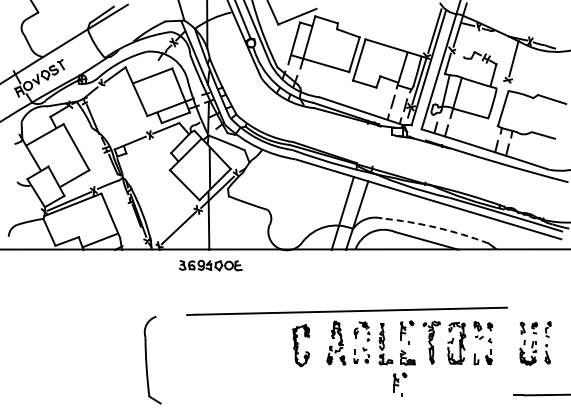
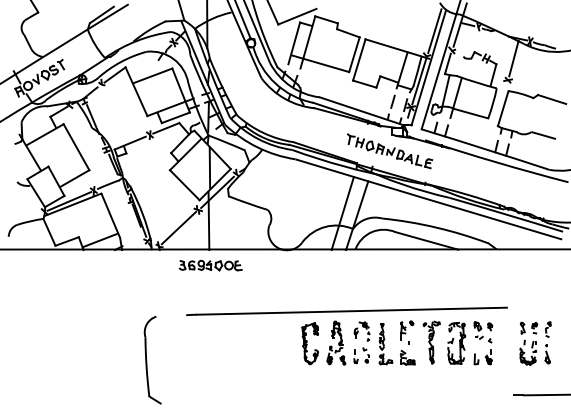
part at (390, 151): none -> present
arc at (436, 227): dashed -> solid
part at (300, 345) position: (300, 345) -> (309, 343)
part at (400, 384): present -> none
